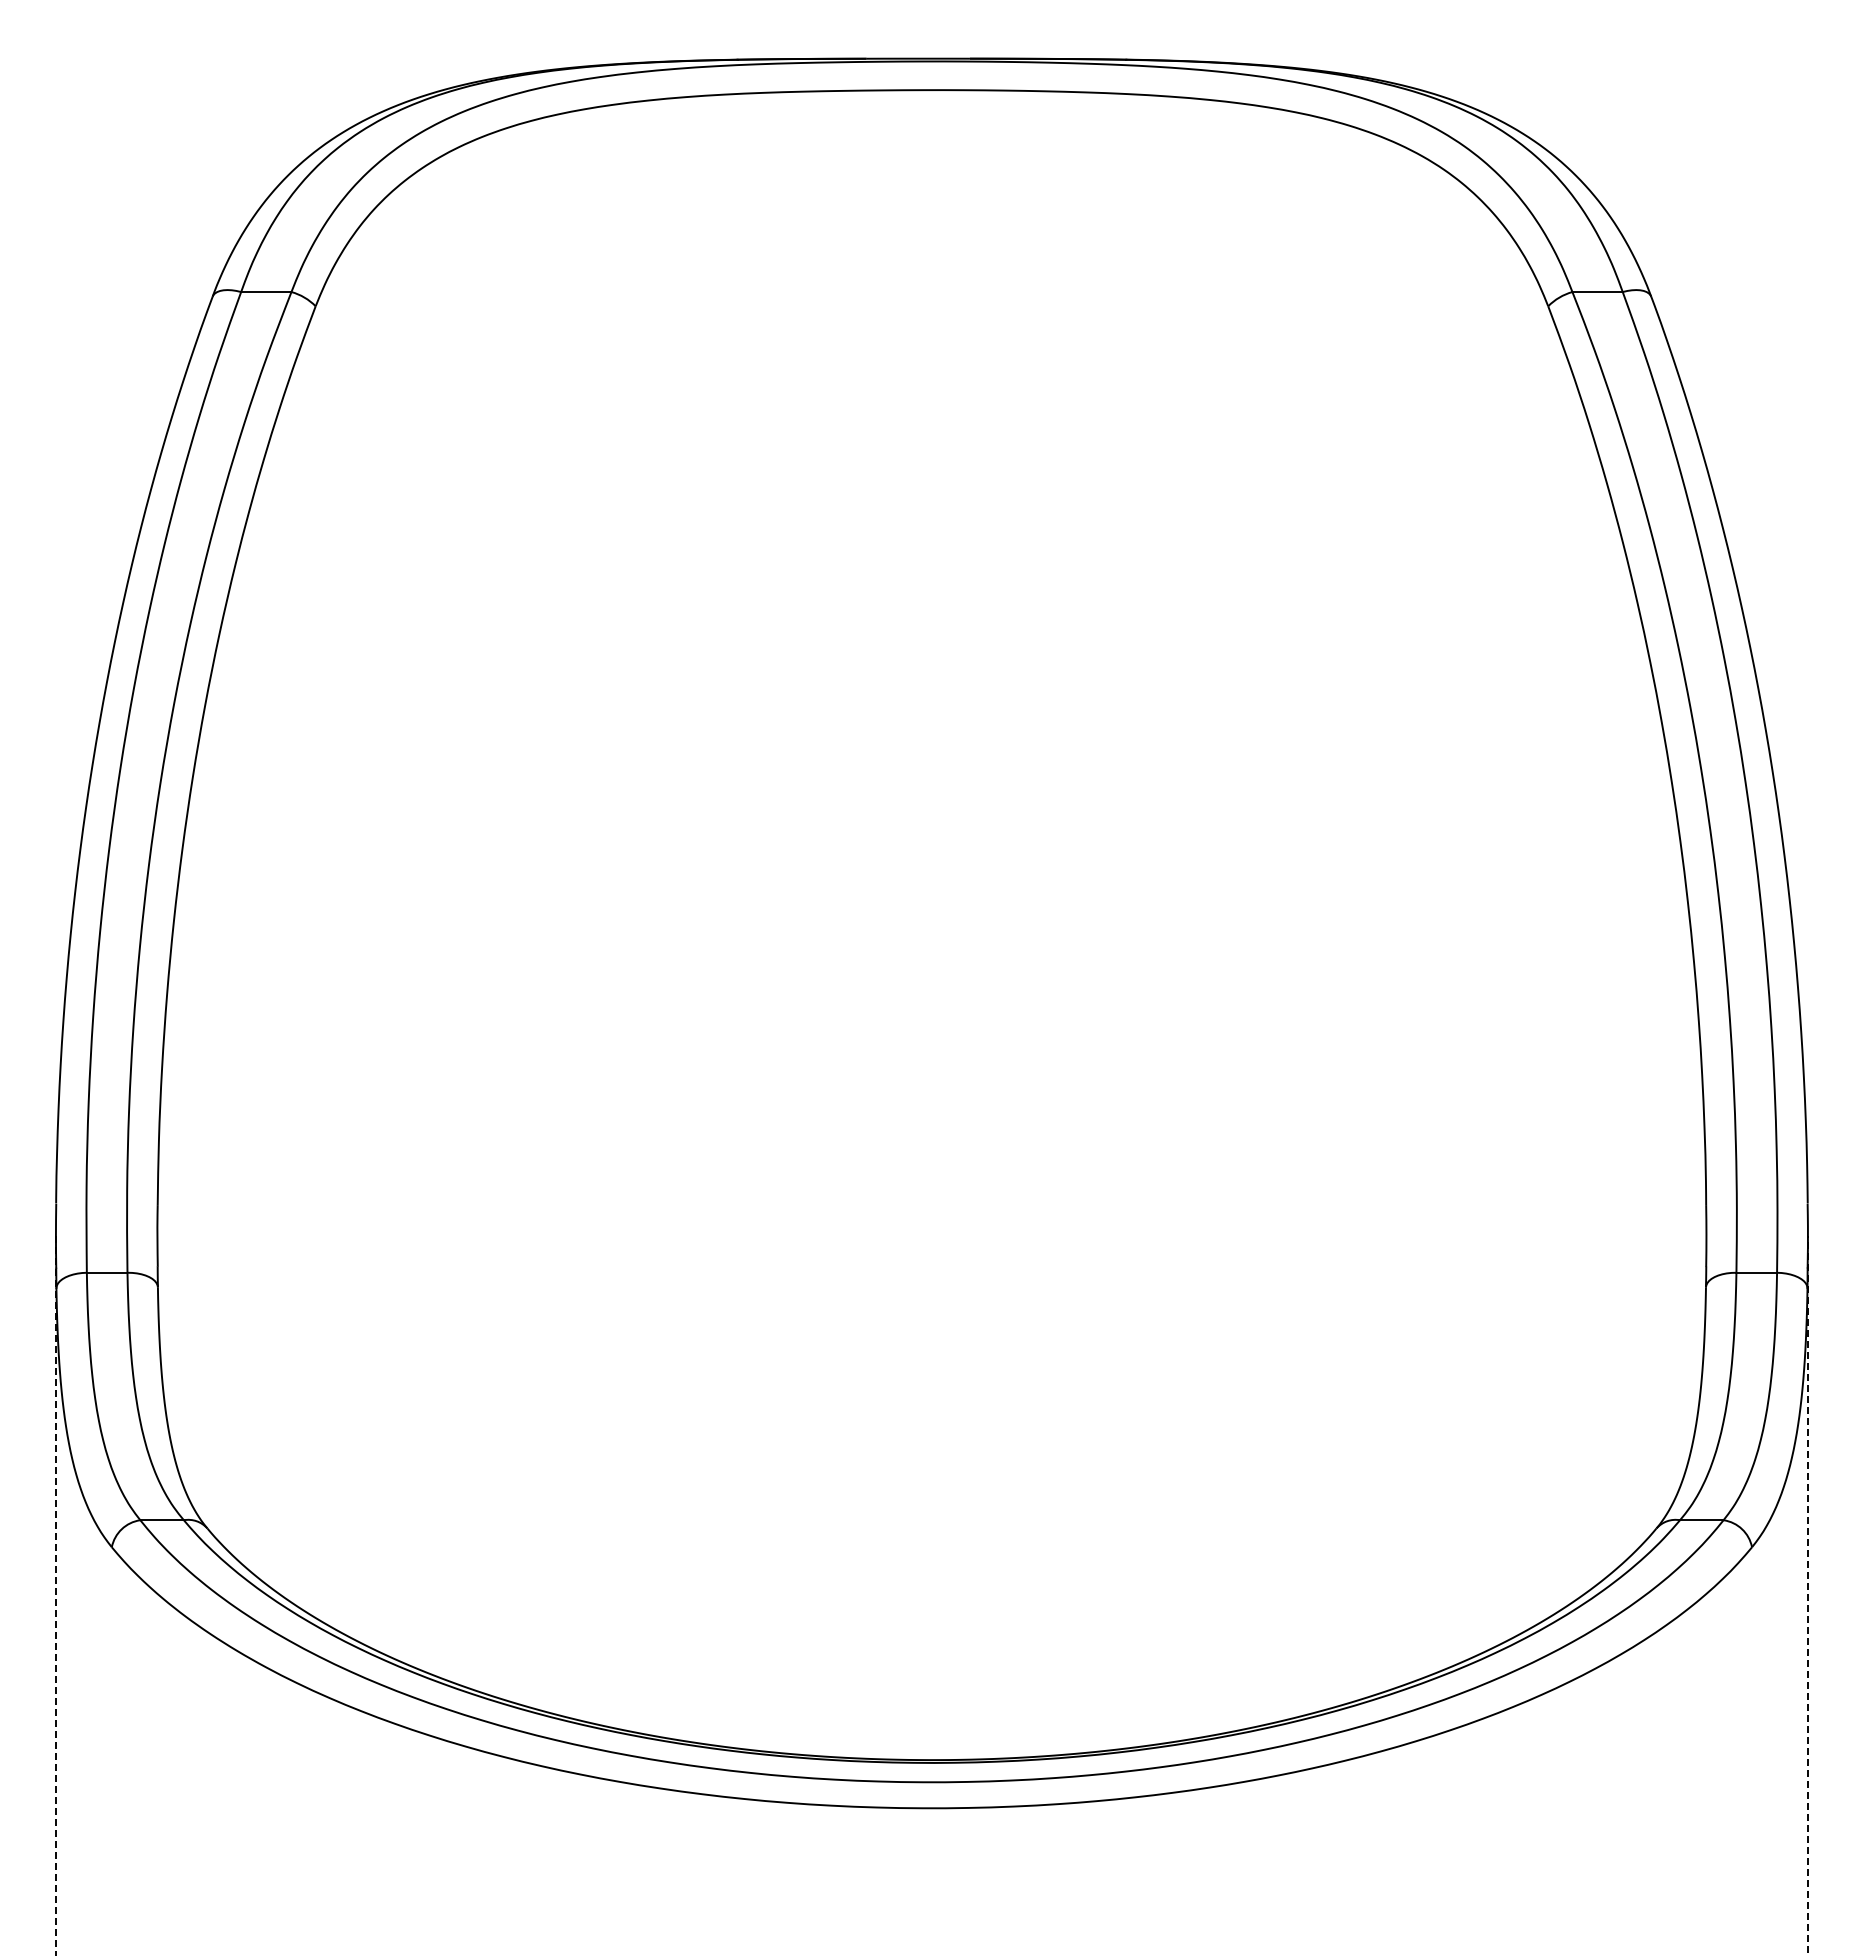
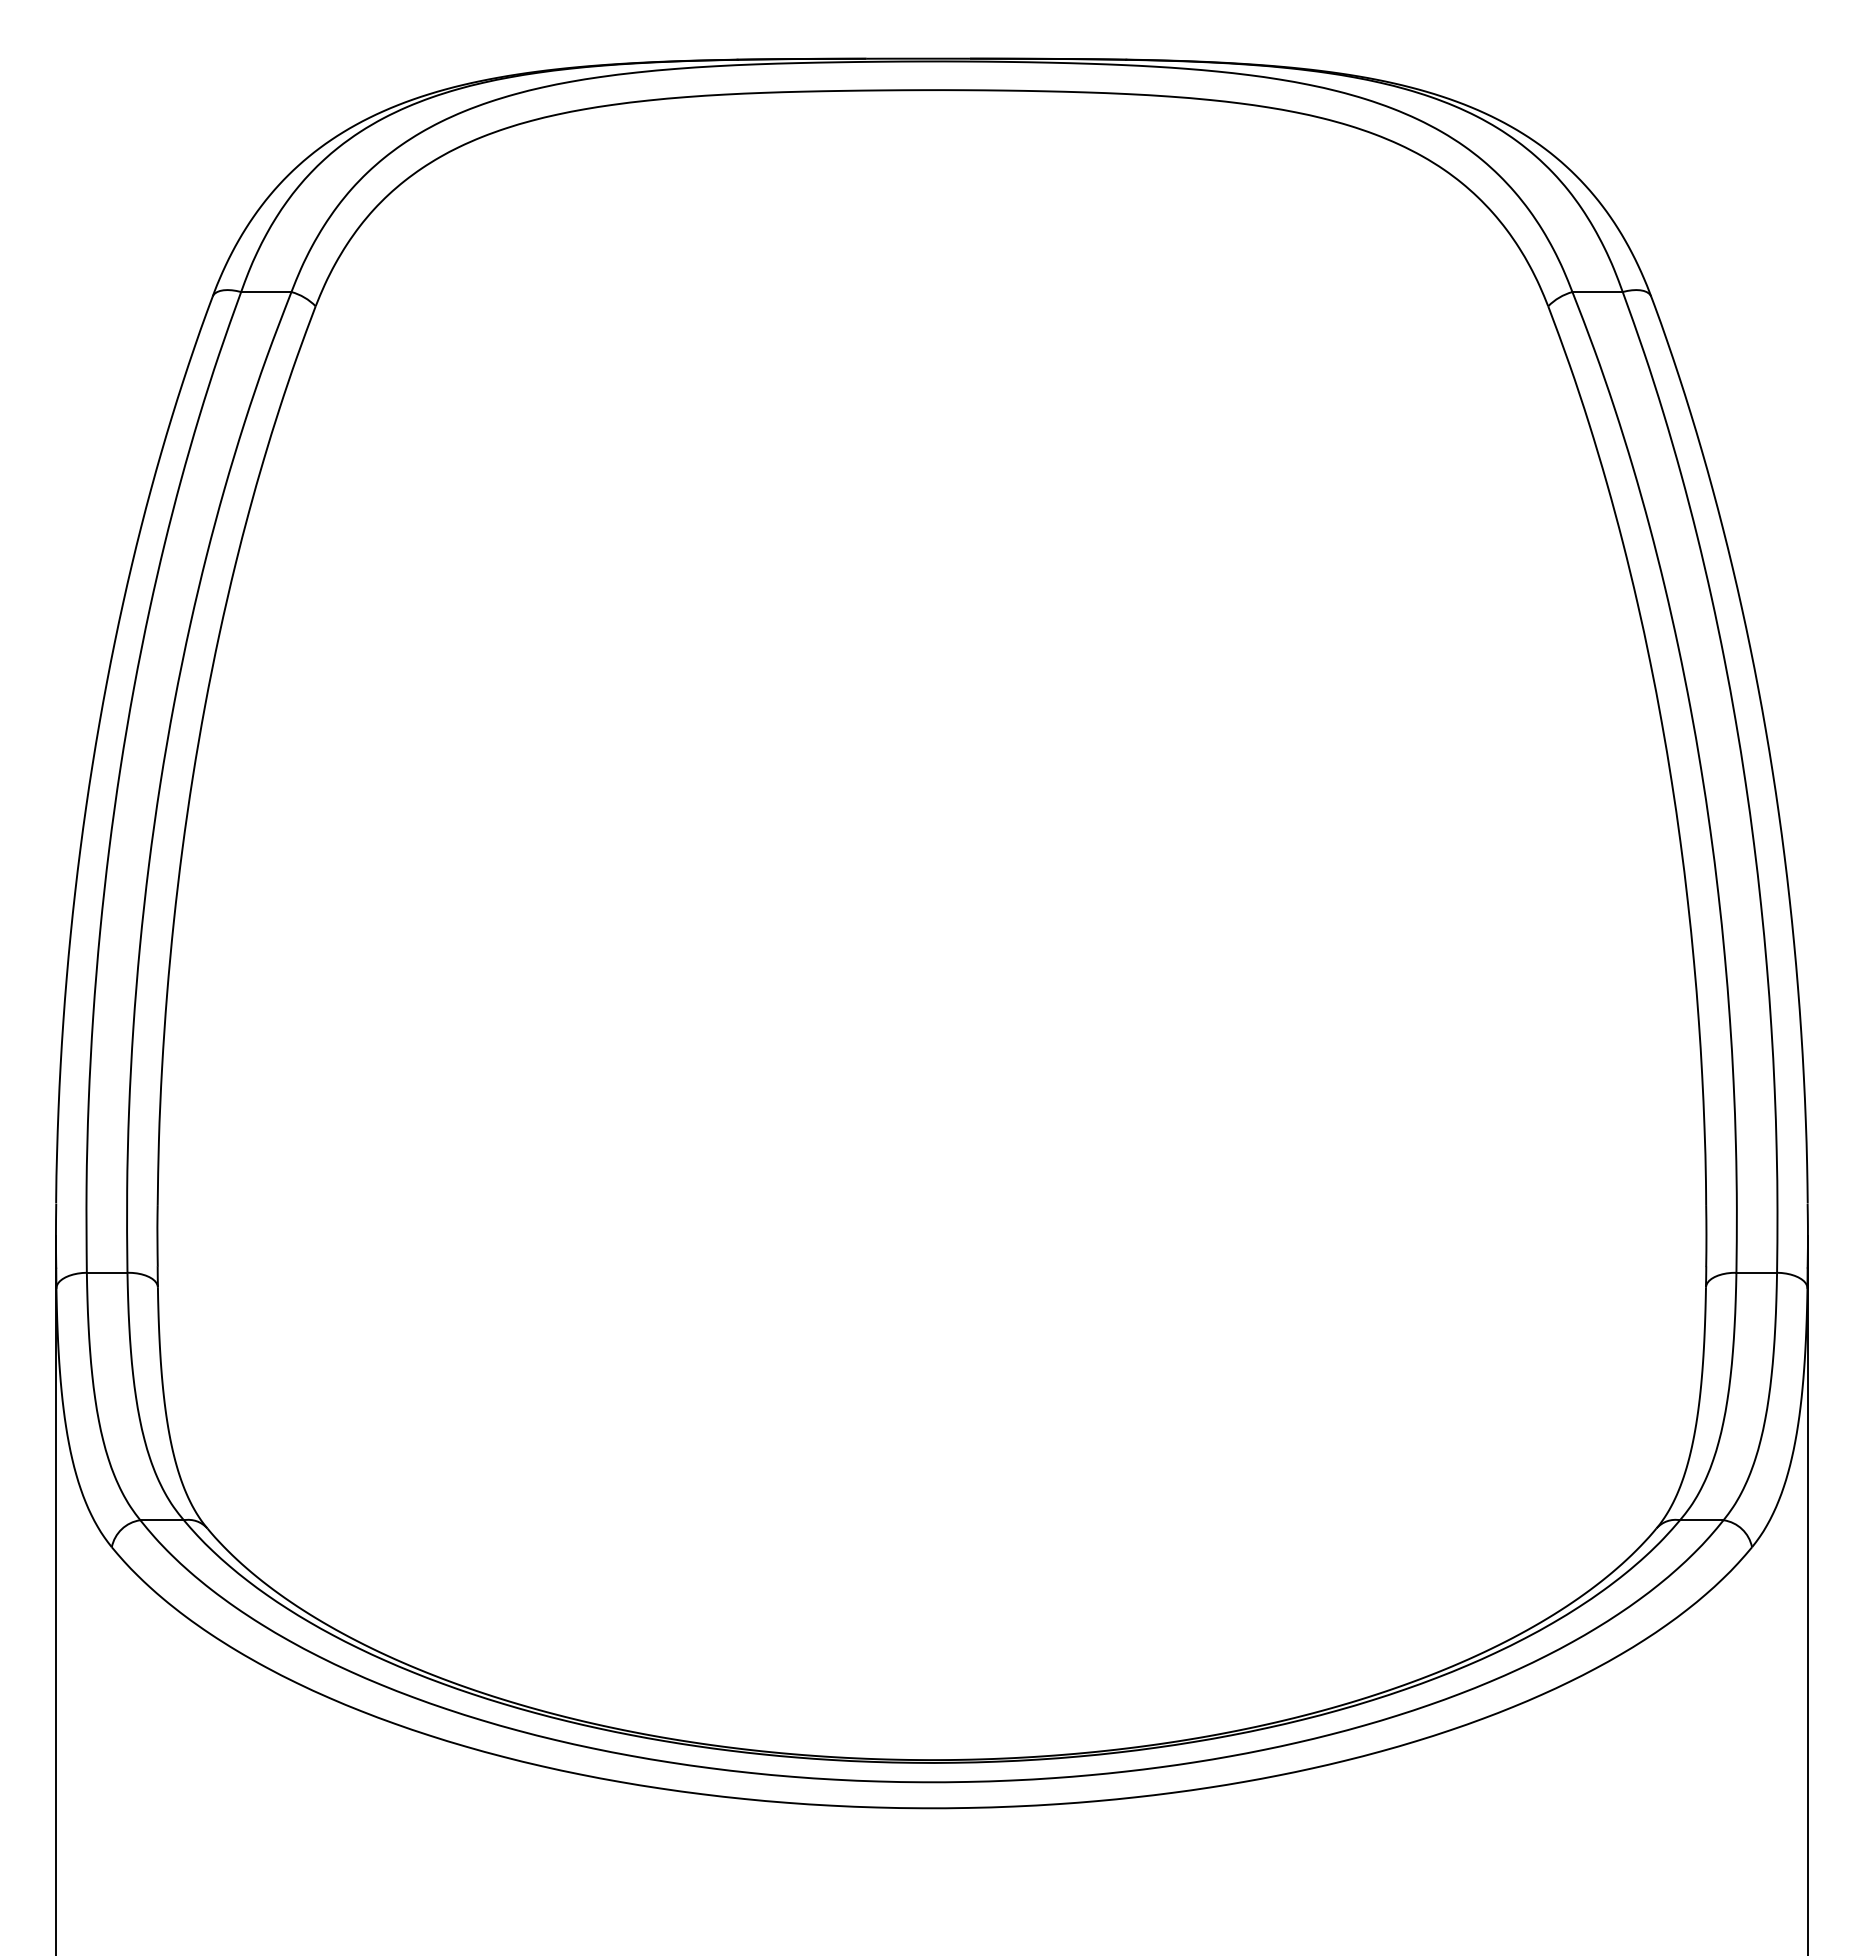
line at (1807, 1595): dashed -> solid
line at (55, 1596): dashed -> solid
